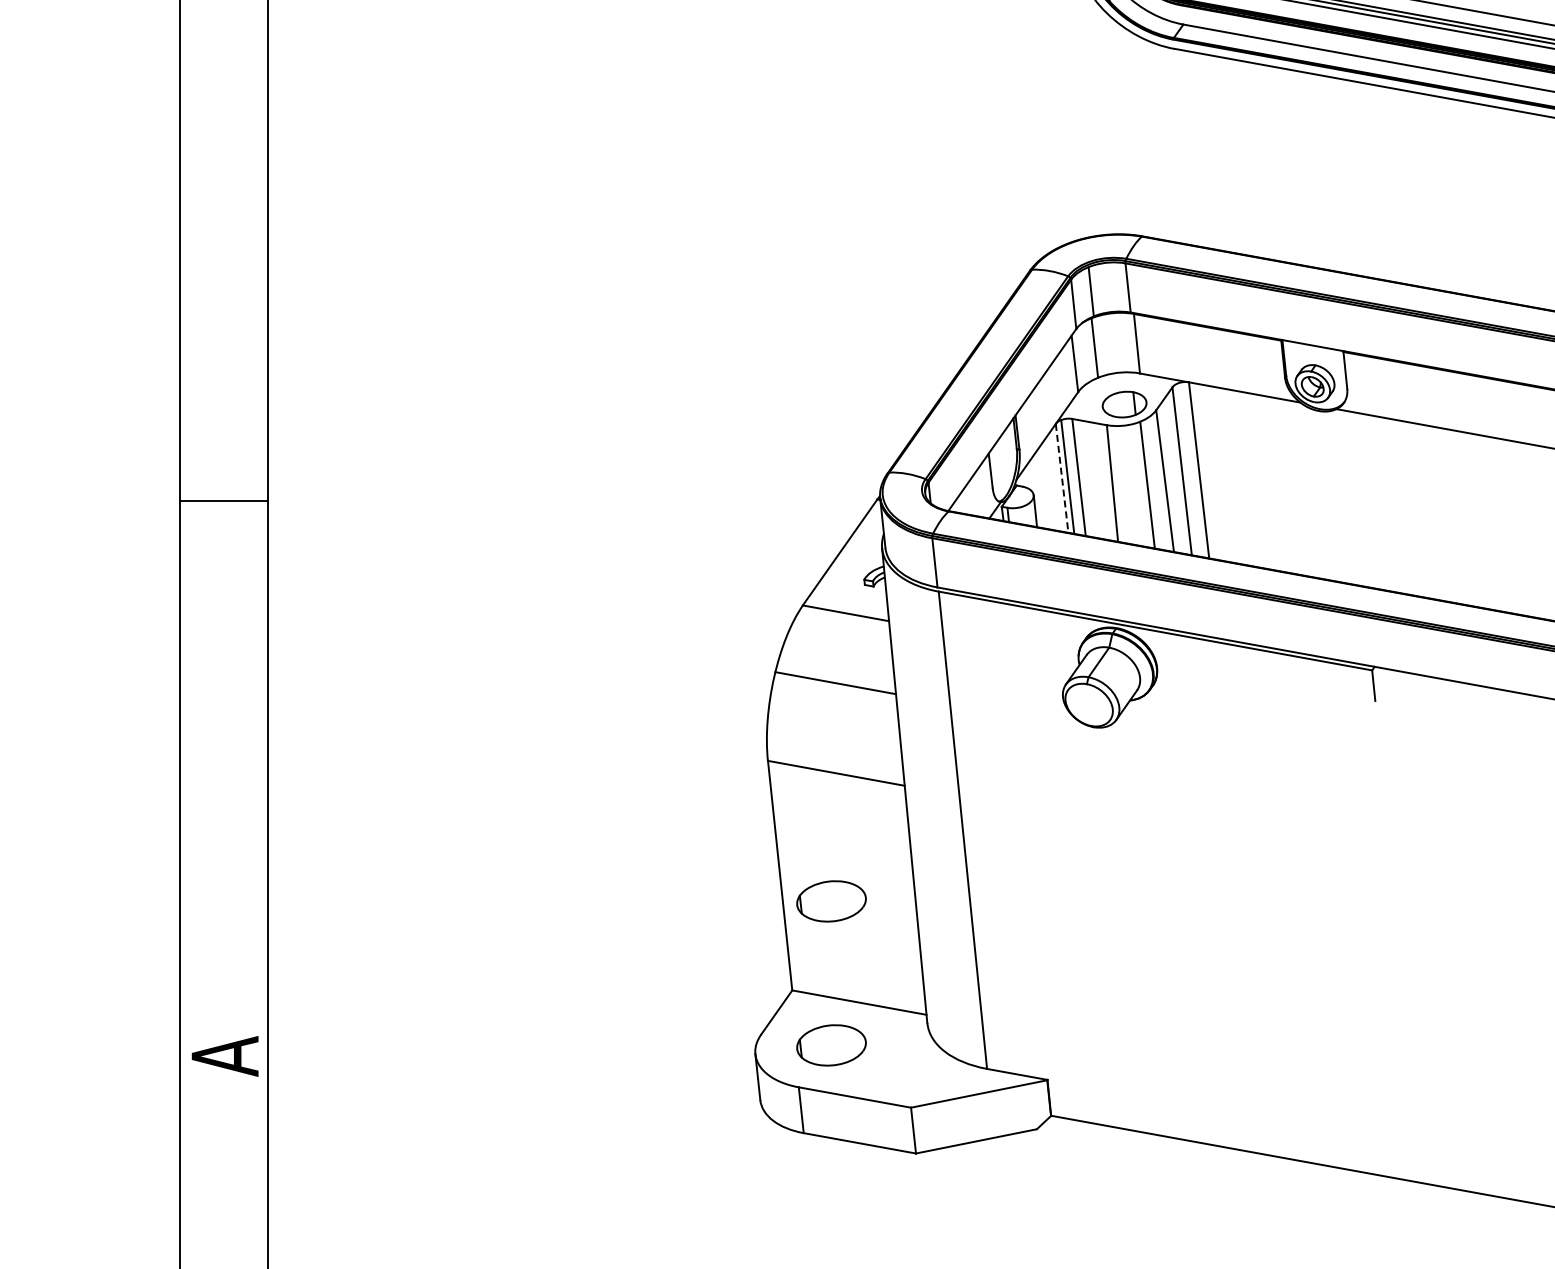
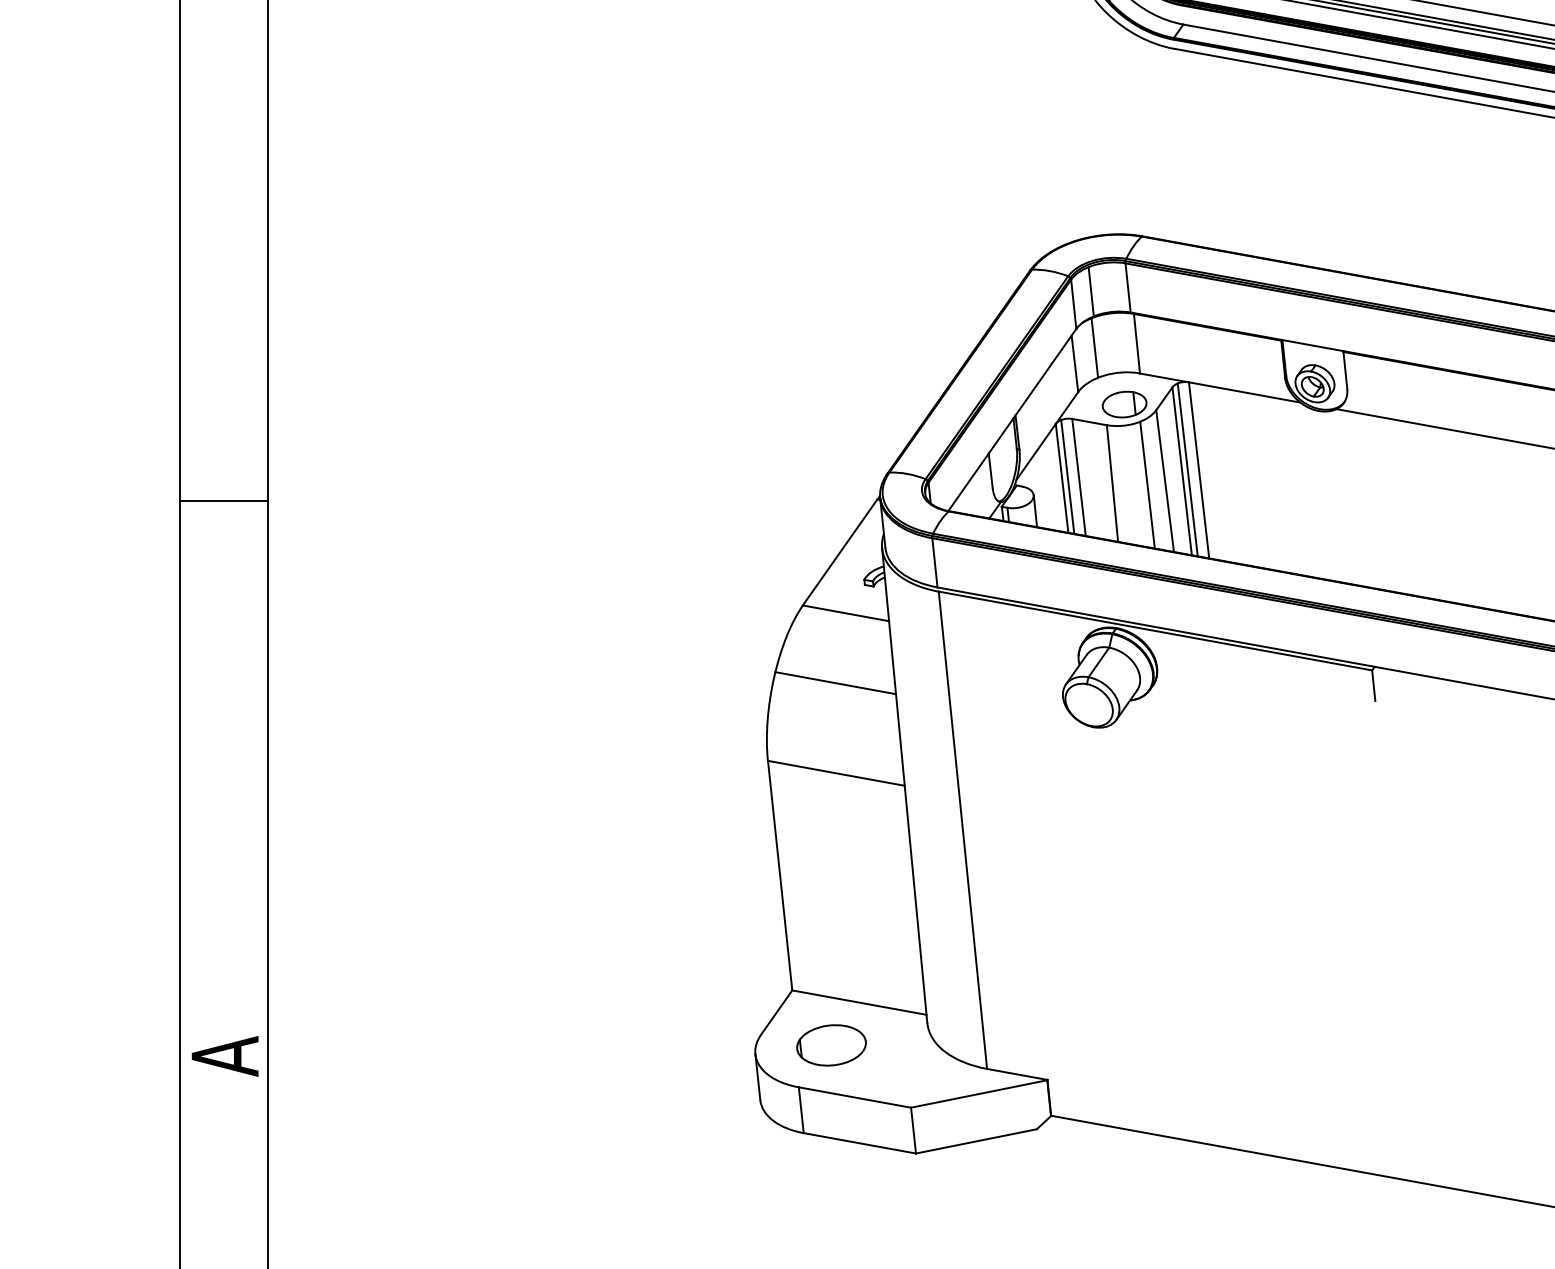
line at (1187, 469): none -> present
line at (1062, 478): dashed -> solid
part at (831, 901): present -> none
